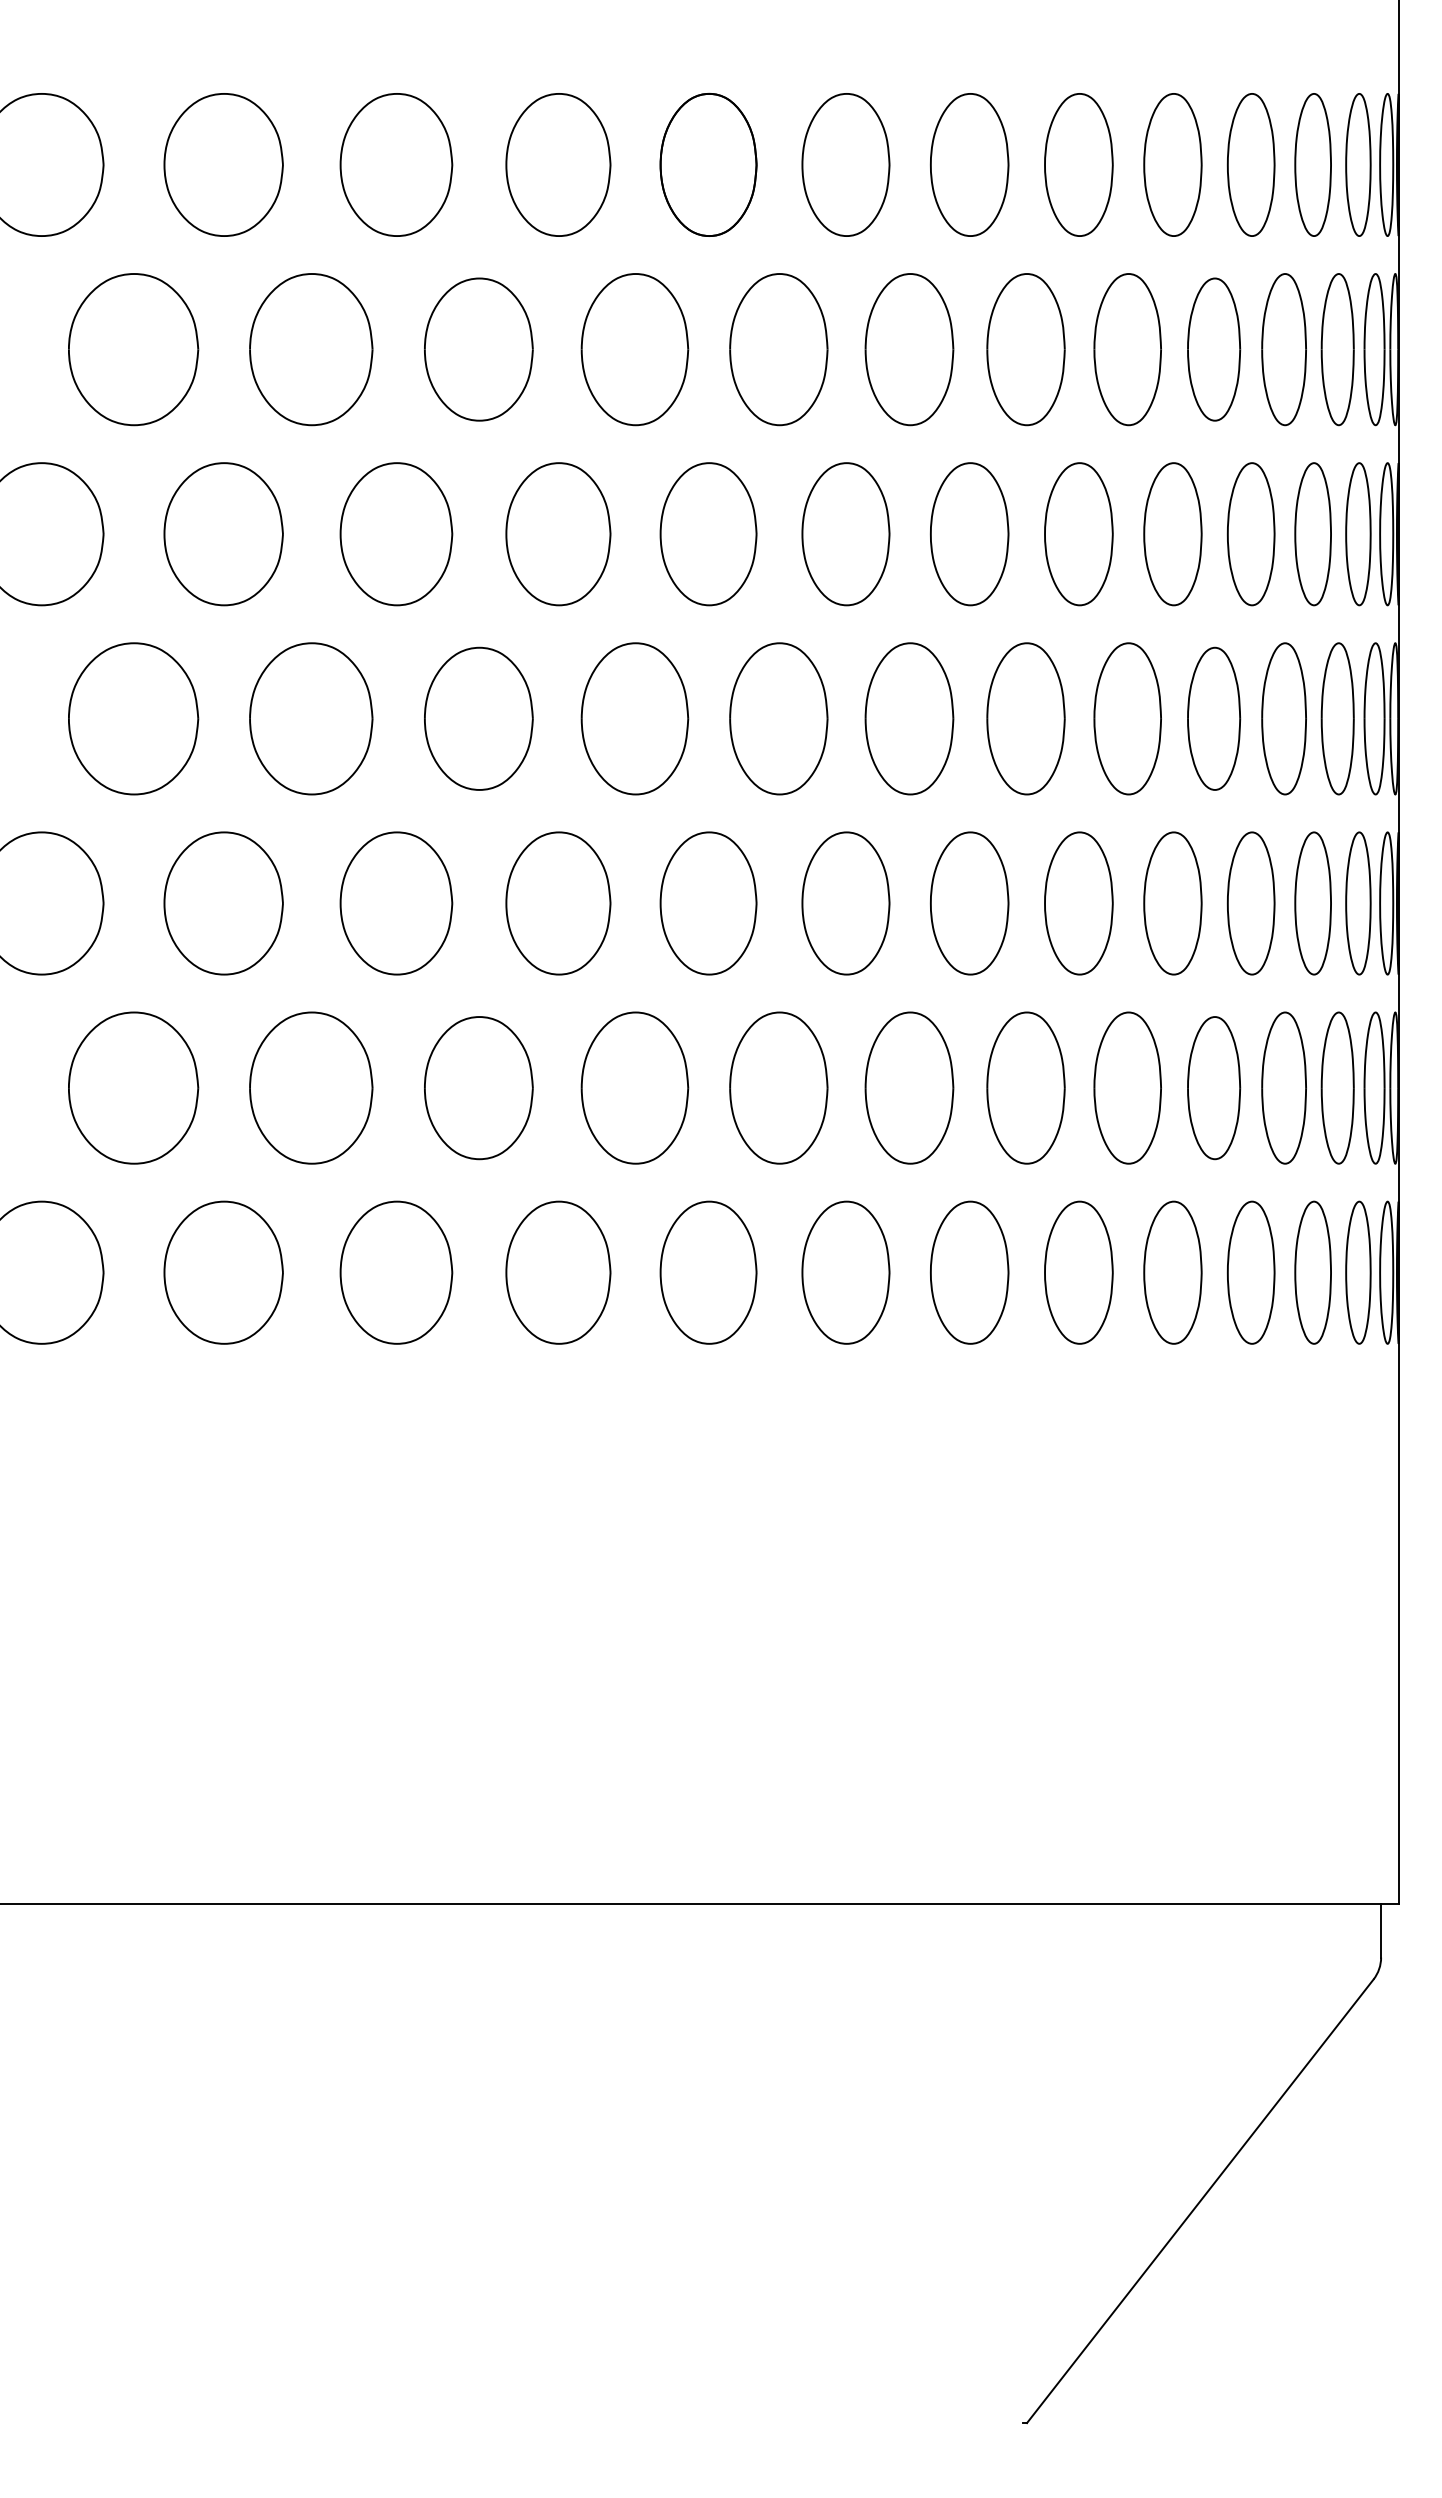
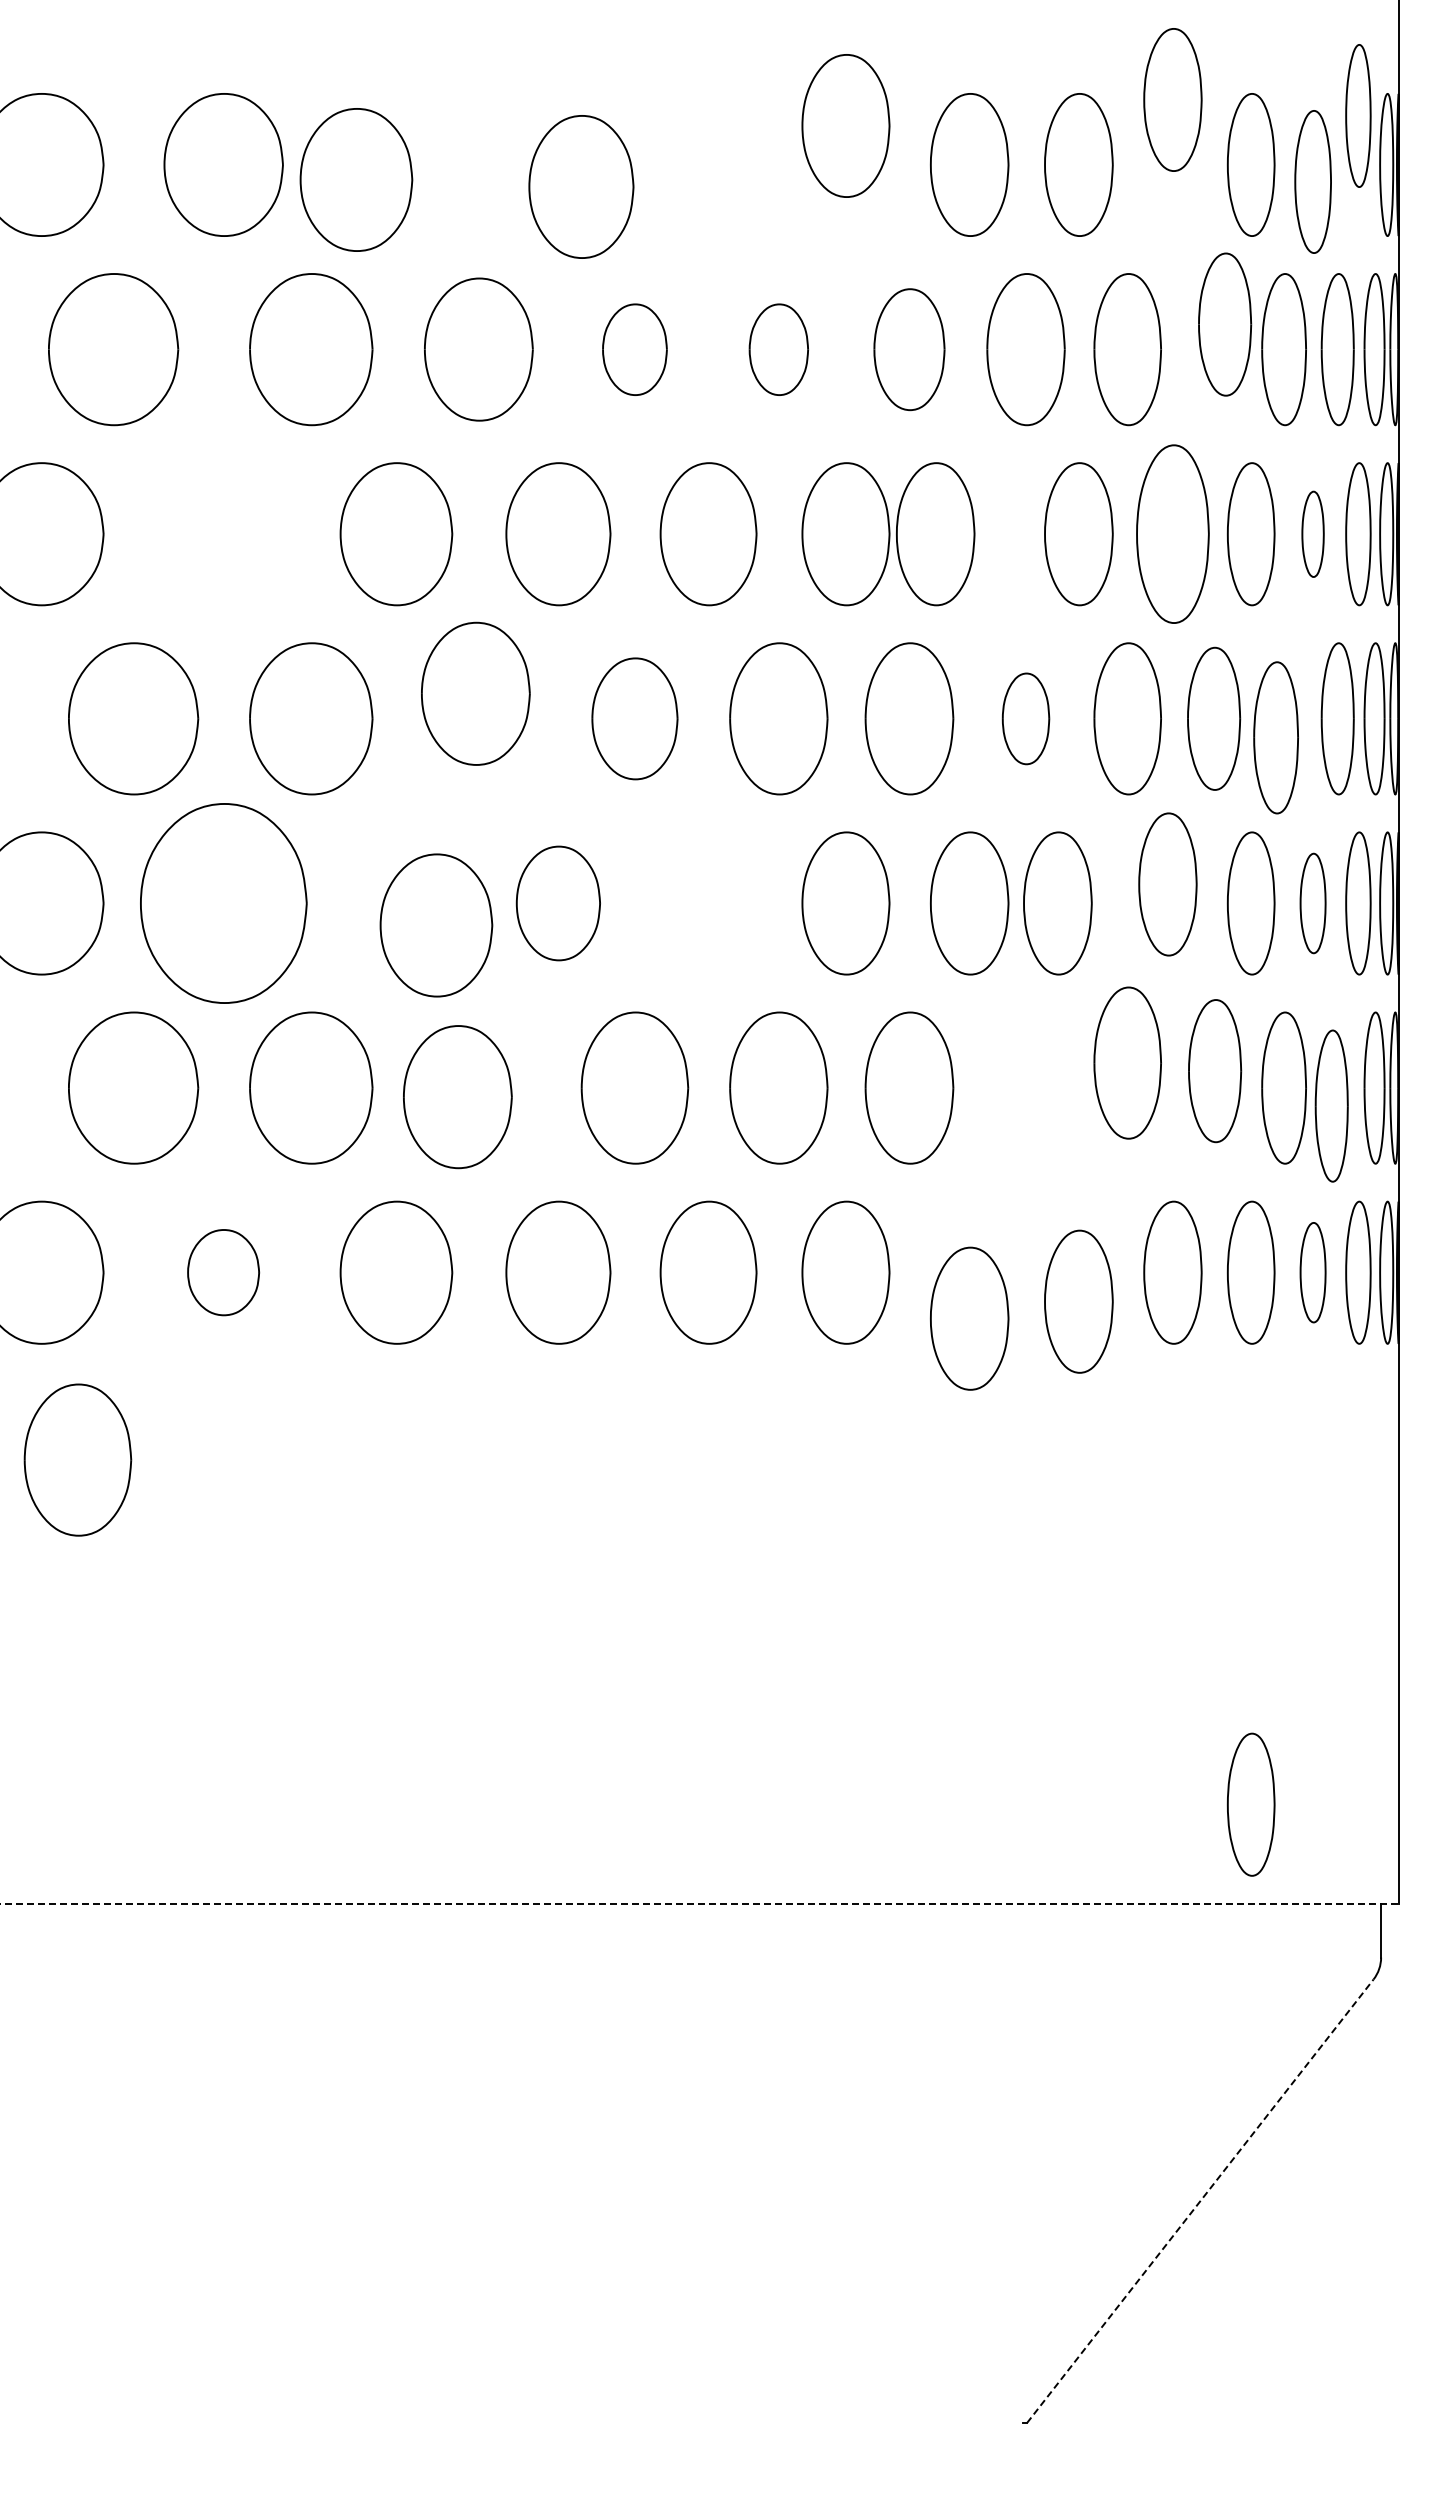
part at (396, 164) position: (396, 164) -> (356, 179)
part at (558, 164) position: (558, 164) -> (581, 186)
part at (708, 164): present -> none
part at (845, 164) position: (845, 164) -> (845, 125)
part at (1172, 164) position: (1172, 164) -> (1172, 99)
part at (1312, 164) position: (1312, 164) -> (1312, 181)
part at (1358, 164) position: (1358, 164) -> (1358, 115)
part at (133, 349) position: (133, 349) -> (113, 349)
part at (634, 349) size: 110x154 px -> 66x93 px
part at (778, 349) size: 100x154 px -> 61x93 px
part at (909, 349) size: 91x154 px -> 73x124 px
part at (1214, 349) position: (1214, 349) -> (1225, 324)
part at (223, 534): present -> none
part at (969, 534) position: (969, 534) -> (935, 534)
part at (1172, 534) size: 60x145 px -> 74x180 px
part at (1312, 534) size: 38x145 px -> 24x88 px
part at (478, 718) position: (478, 718) -> (475, 693)
part at (634, 718) size: 110x154 px -> 88x124 px
part at (1025, 718) size: 80x154 px -> 50x94 px
part at (1283, 718) position: (1283, 718) -> (1275, 737)
part at (223, 903) size: 121x145 px -> 168x201 px
part at (396, 903) position: (396, 903) -> (436, 925)
part at (558, 903) size: 107x145 px -> 86x117 px
part at (708, 903): present -> none
part at (1078, 903) position: (1078, 903) -> (1057, 903)
part at (1172, 903) position: (1172, 903) -> (1167, 884)
part at (1312, 903) size: 38x145 px -> 28x103 px
part at (1025, 1087): present -> none
part at (1127, 1087) position: (1127, 1087) -> (1127, 1062)
part at (1337, 1087) position: (1337, 1087) -> (1331, 1105)
part at (478, 1088) position: (478, 1088) -> (457, 1097)
part at (1214, 1088) position: (1214, 1088) -> (1215, 1071)
part at (223, 1272) size: 121x145 px -> 74x88 px
part at (969, 1272) position: (969, 1272) -> (969, 1318)
part at (1078, 1272) position: (1078, 1272) -> (1078, 1301)
part at (1312, 1272) size: 38x145 px -> 28x102 px
part at (77, 1459): none -> present
part at (1250, 1804): none -> present
line at (700, 1903): solid -> dashed
line at (1200, 2200): solid -> dashed
